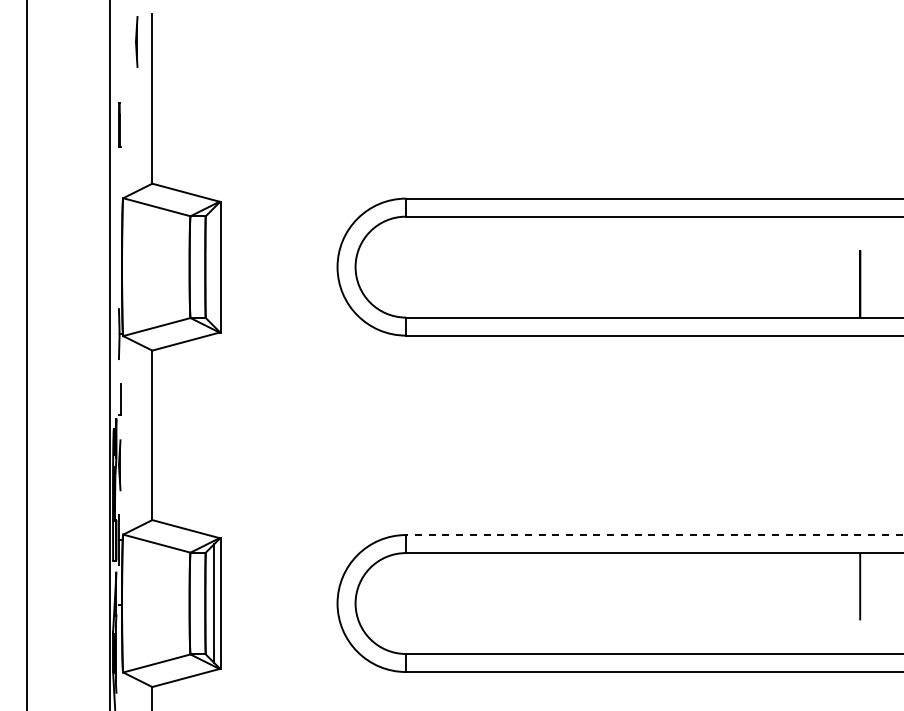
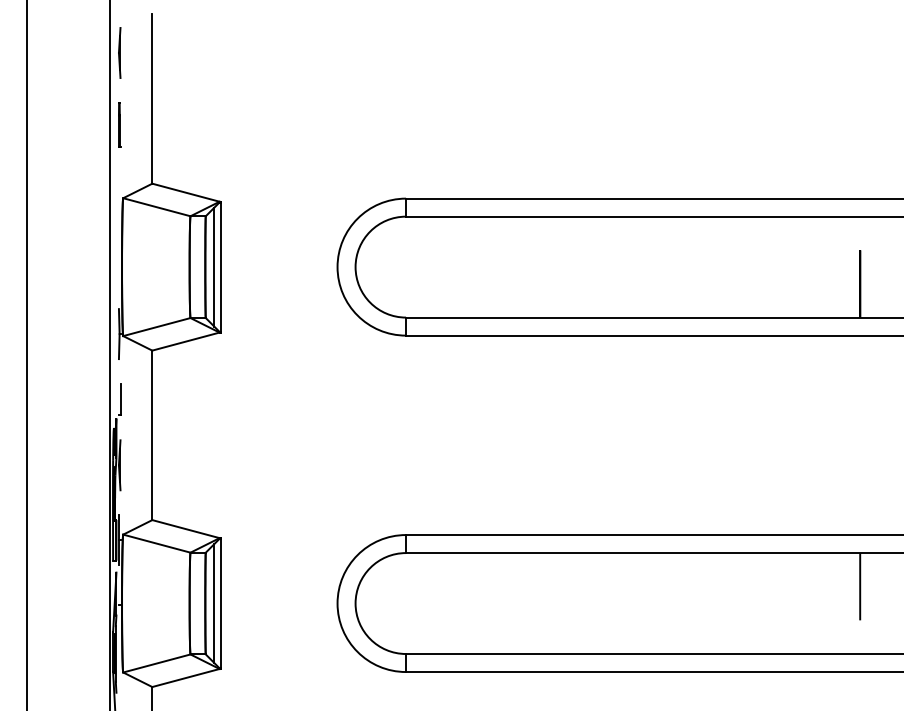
line at (136, 41) position: (136, 41) -> (119, 52)
line at (214, 266): none -> present
line at (654, 535): dashed -> solid
